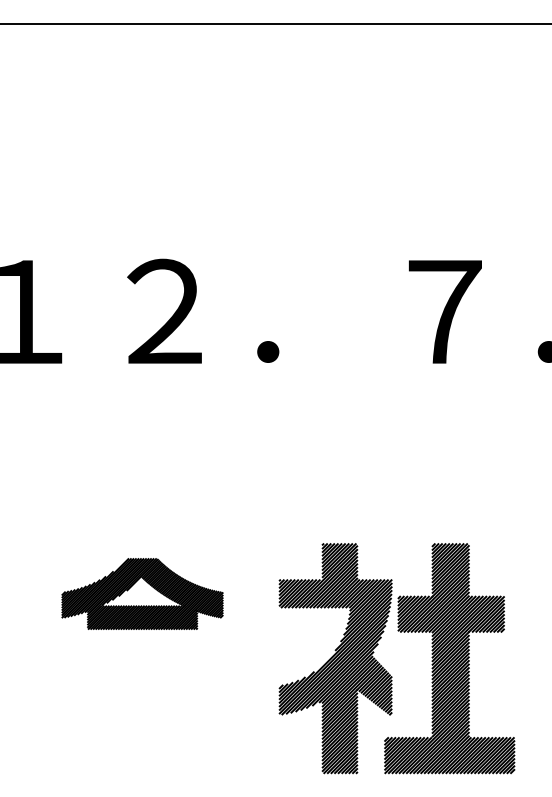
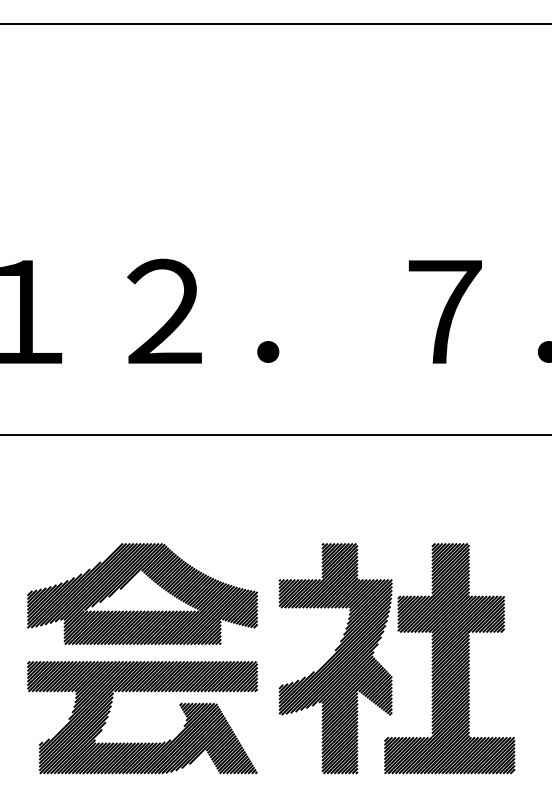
line at (275, 435): none -> present
part at (142, 593) size: 163x72 px -> 231x102 px
part at (142, 742): none -> present
